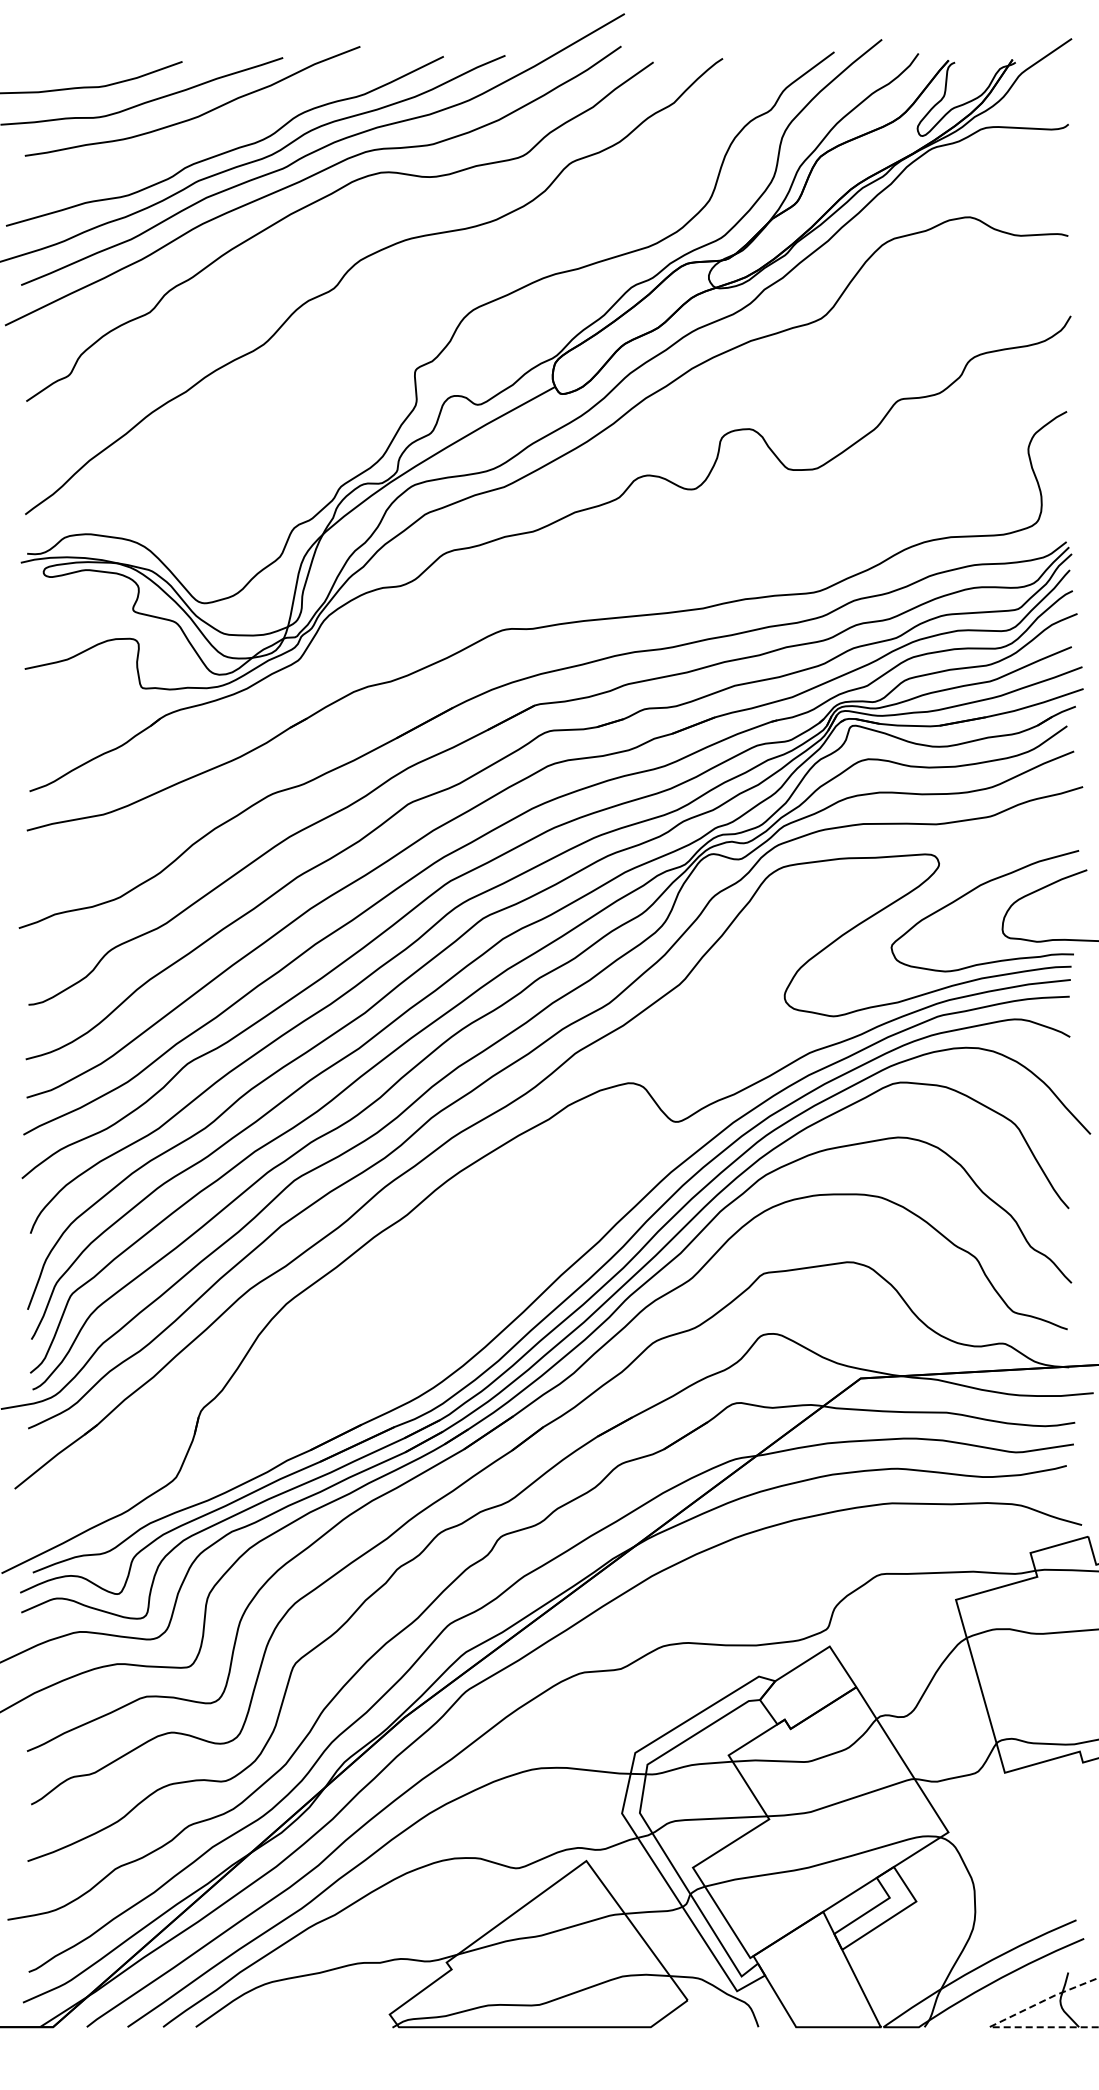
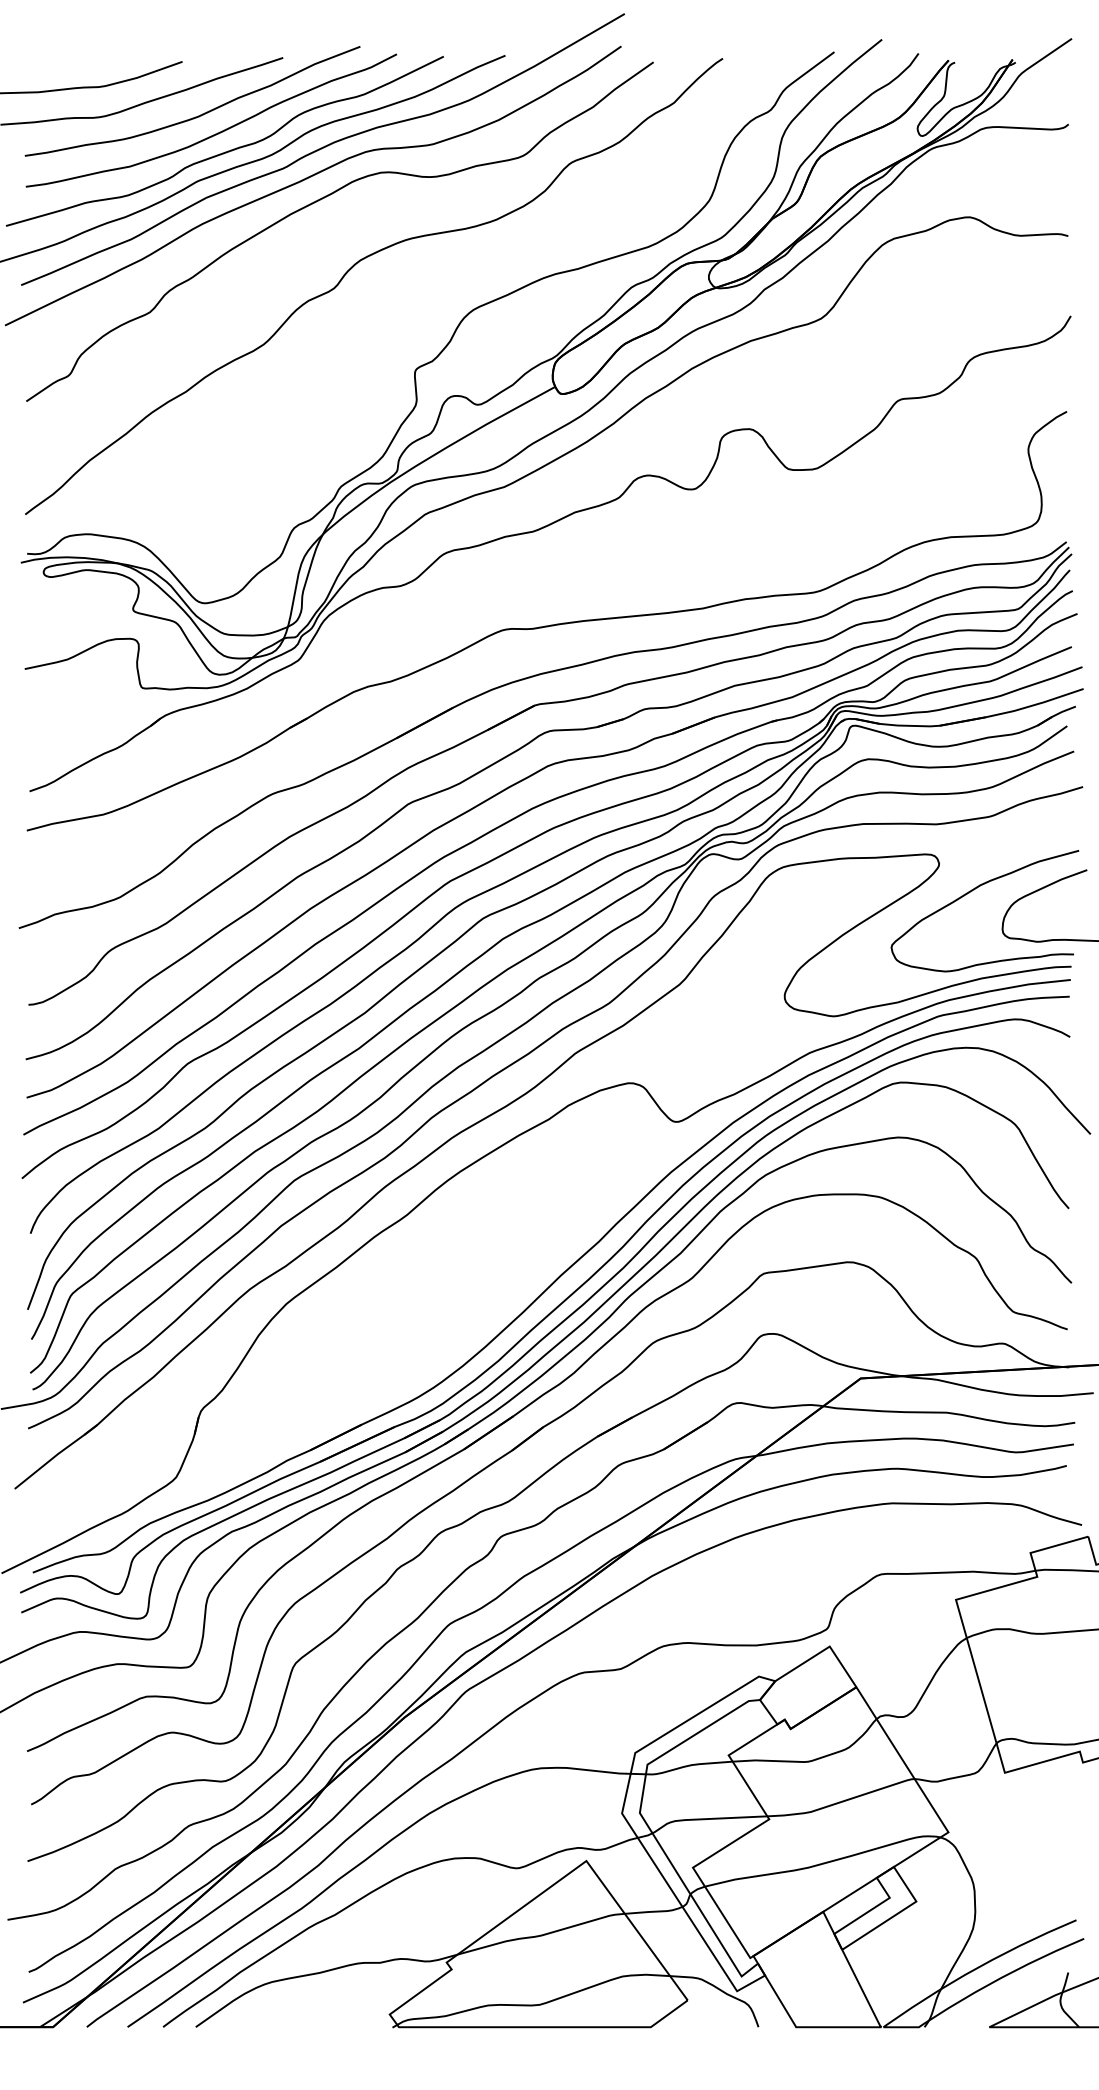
curve at (217, 132): none -> present
line at (994, 2024): dashed -> solid
